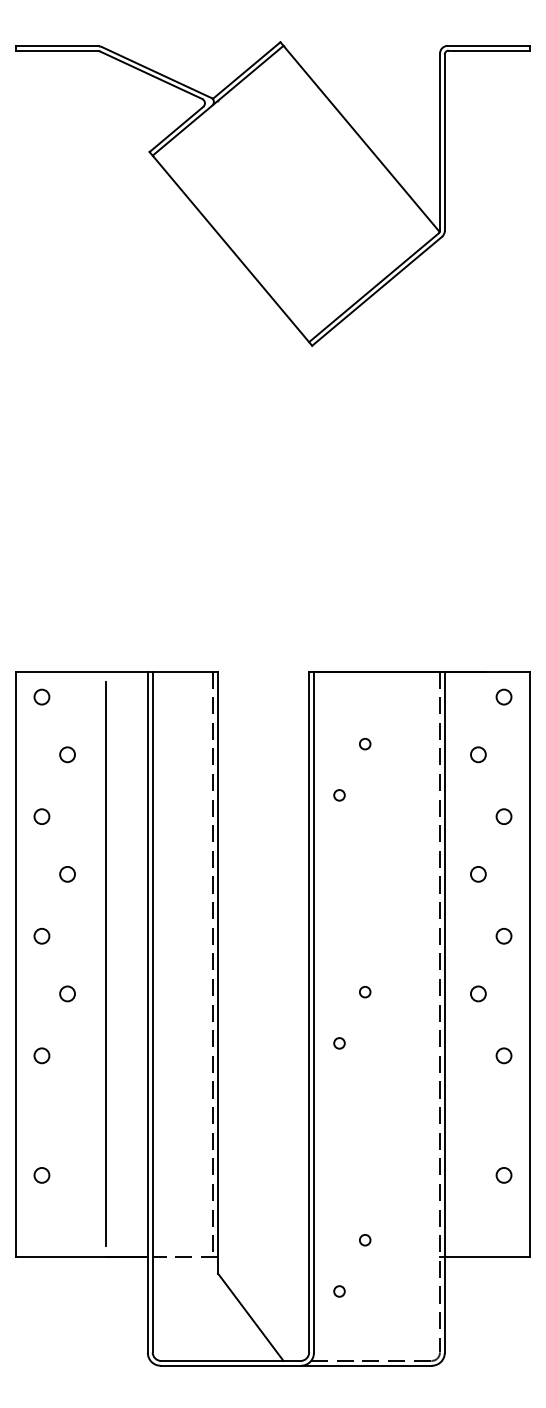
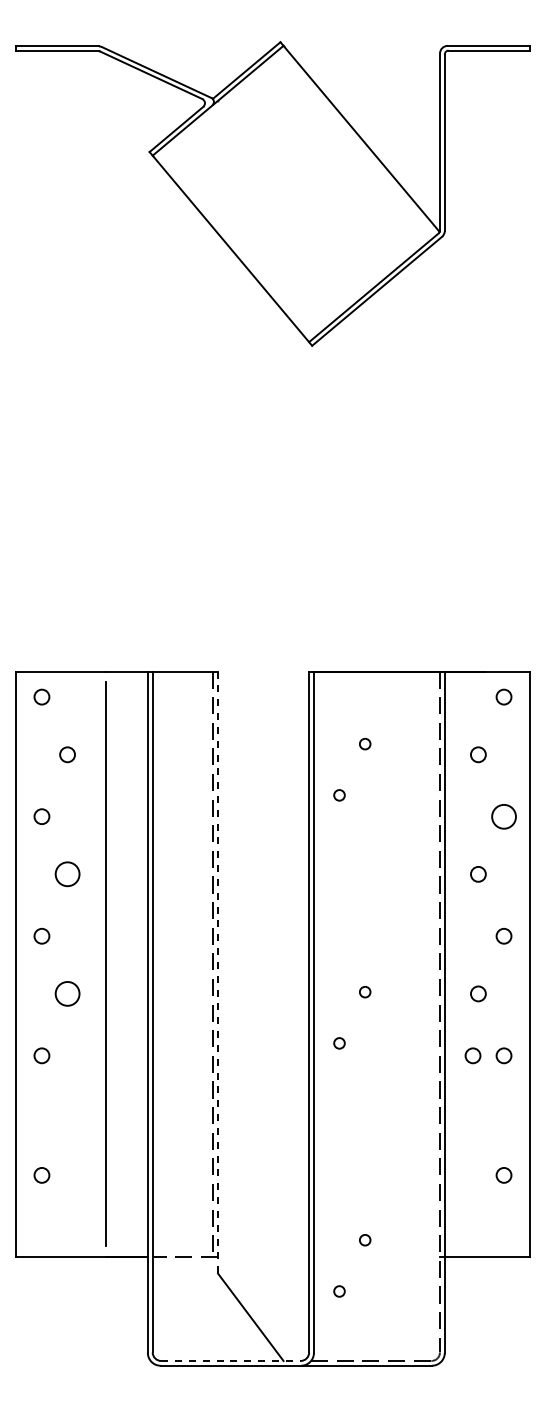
circle at (503, 816) size: 18x17 px -> 26x26 px
circle at (67, 874) size: 17x17 px -> 27x27 px
line at (218, 973): solid -> dashed
circle at (67, 993) size: 17x18 px -> 27x26 px
circle at (472, 1055): none -> present
line at (230, 1360): solid -> dashed
